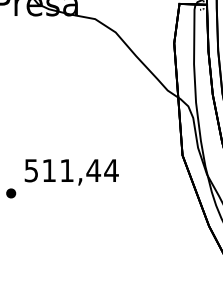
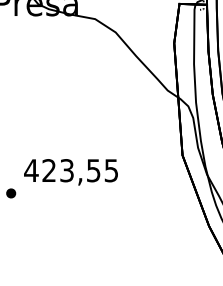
text at (71, 170): 511,44 -> 423,55
